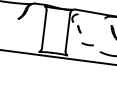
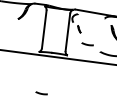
curve at (41, 93): none -> present
